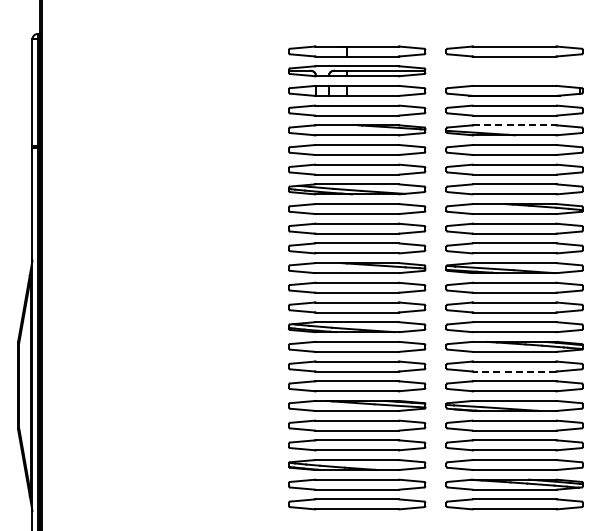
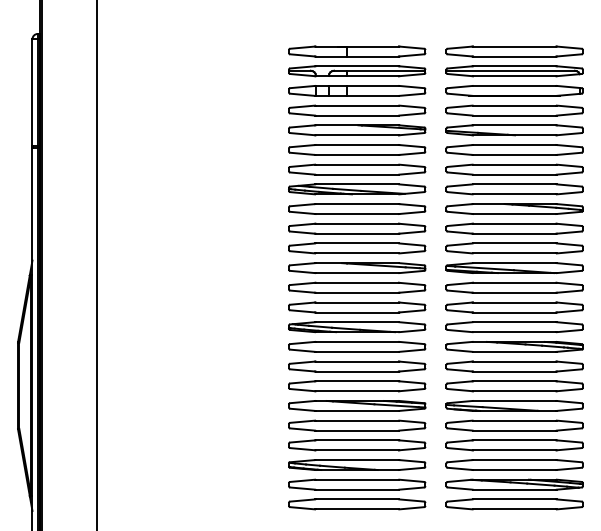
part at (514, 71): none -> present
line at (514, 125): dashed -> solid
line at (96, 264): none -> present
line at (514, 371): dashed -> solid
